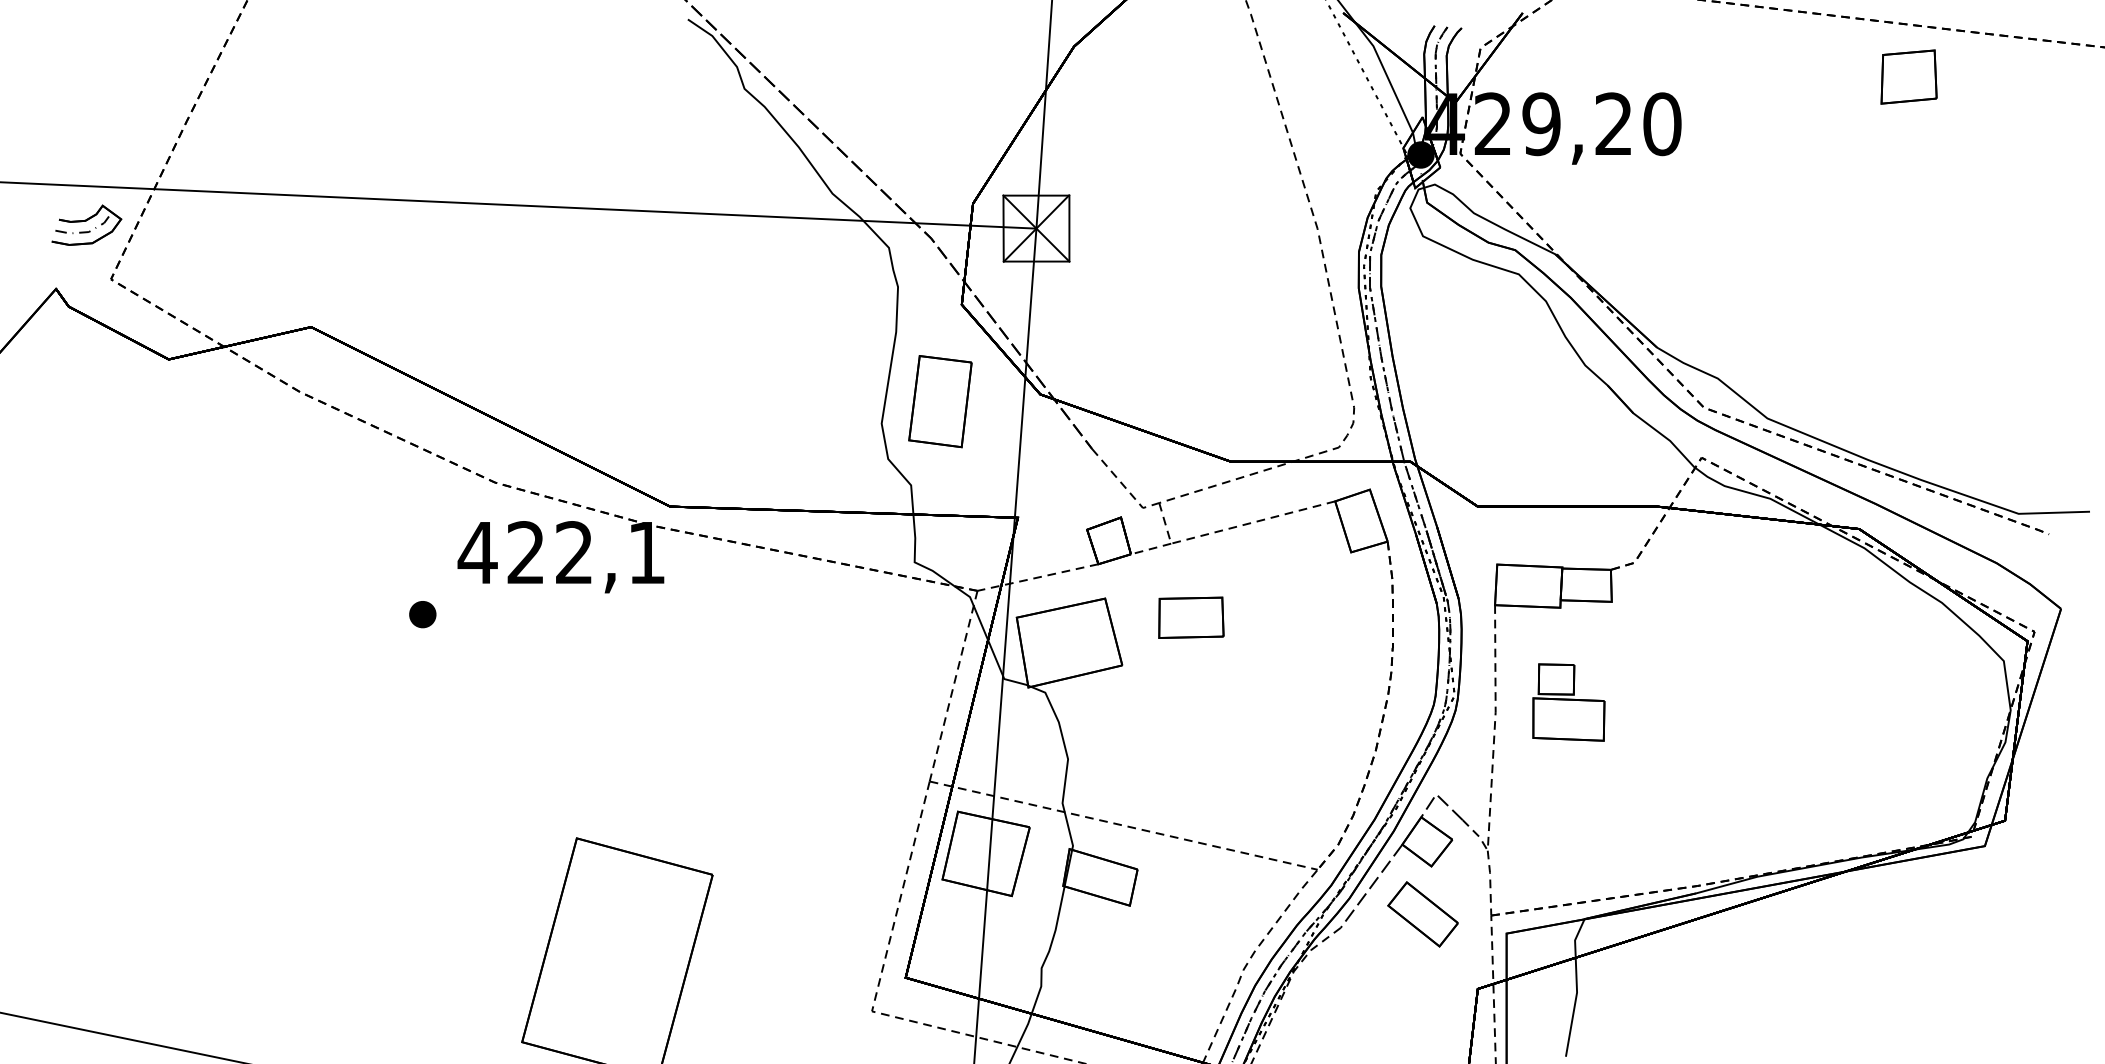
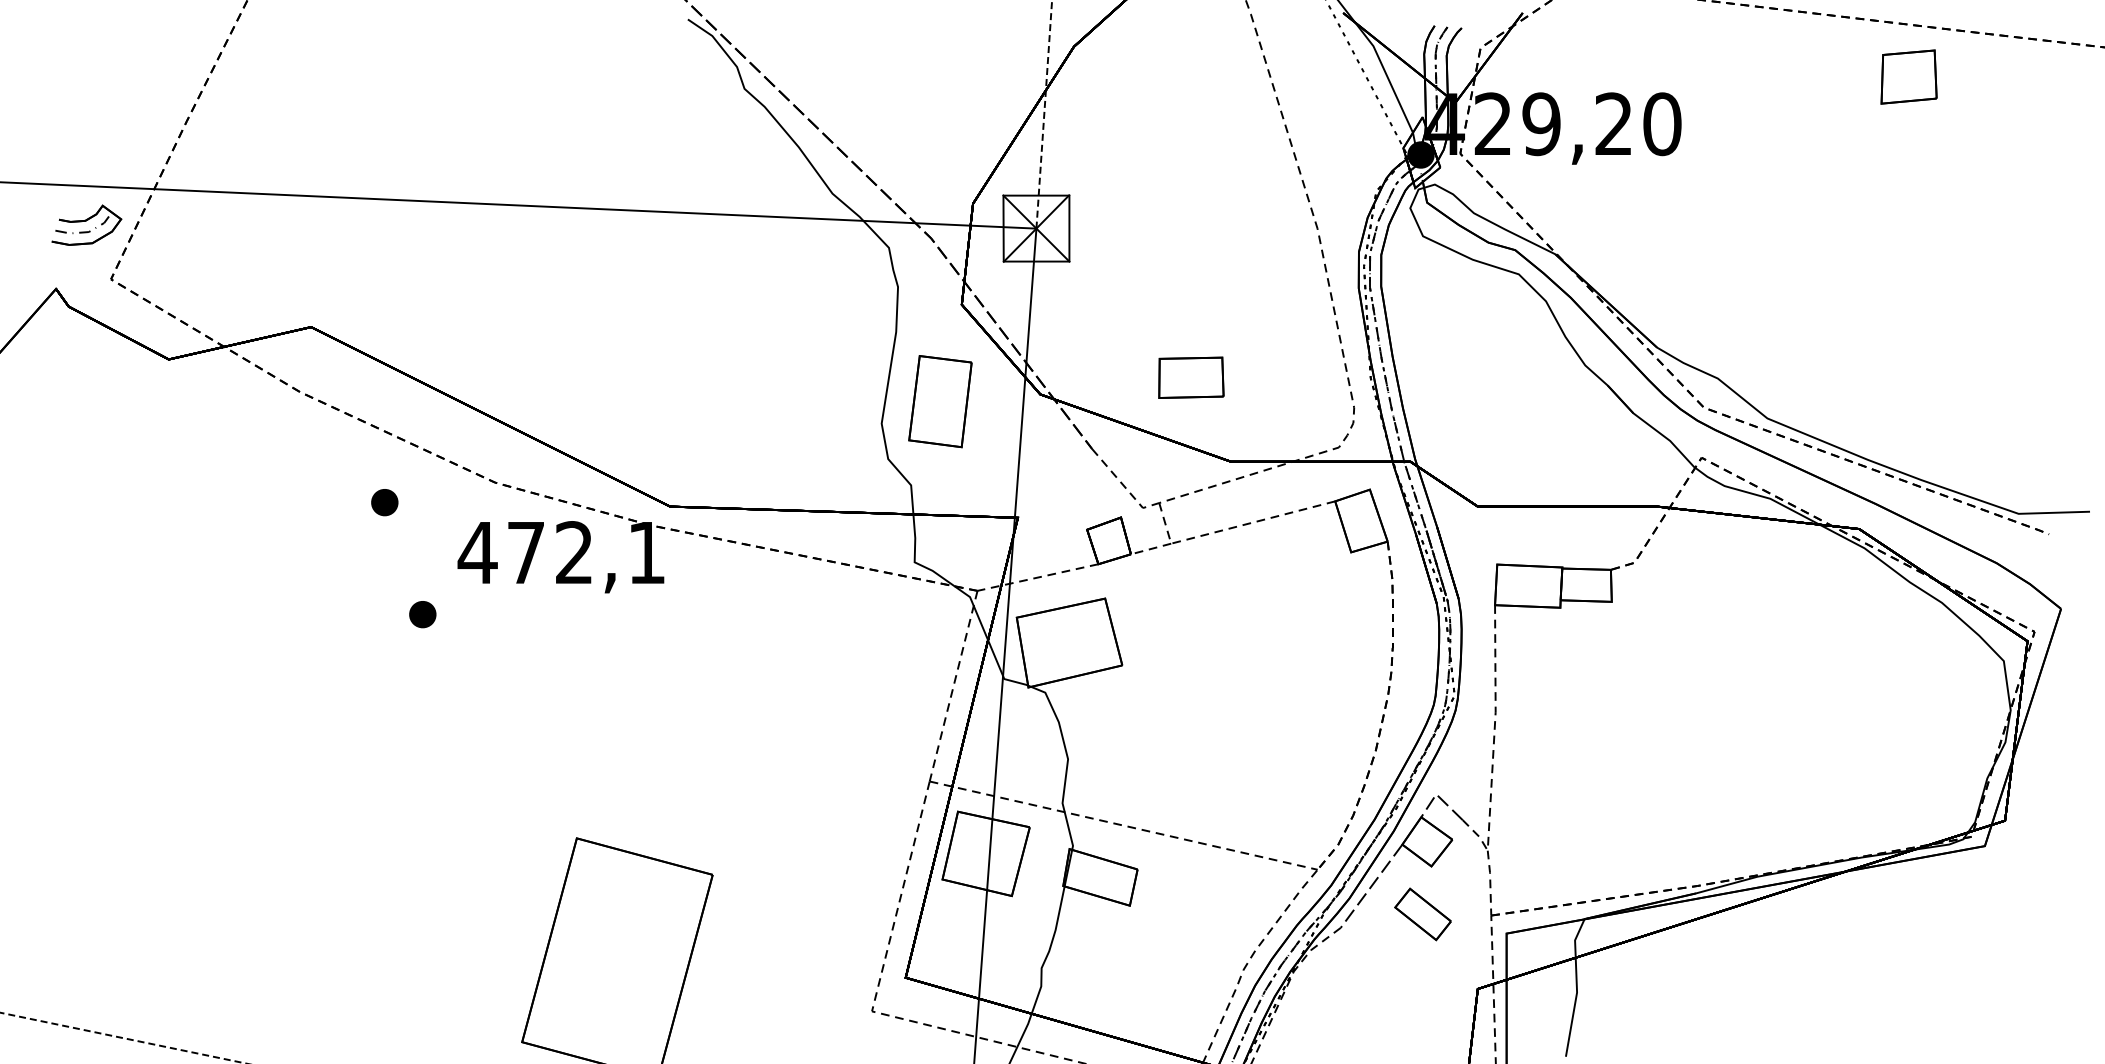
line at (1044, 113): solid -> dashed
part at (384, 502): none -> present
text at (525, 552): 422,1 -> 472,1
part at (1191, 617) position: (1191, 617) -> (1191, 377)
part at (1568, 702): present -> none
part at (1422, 914) size: 72x67 px -> 58x55 px
line at (124, 1038): solid -> dashed
